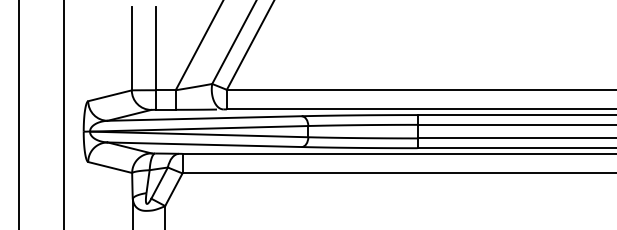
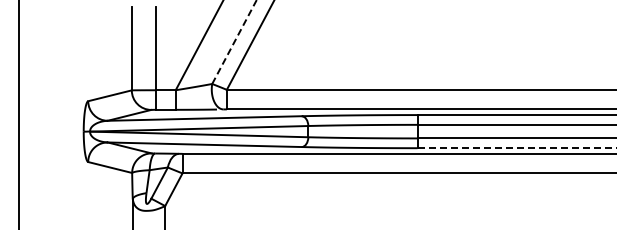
line at (234, 41): solid -> dashed
line at (63, 114): present -> none
line at (517, 148): solid -> dashed
